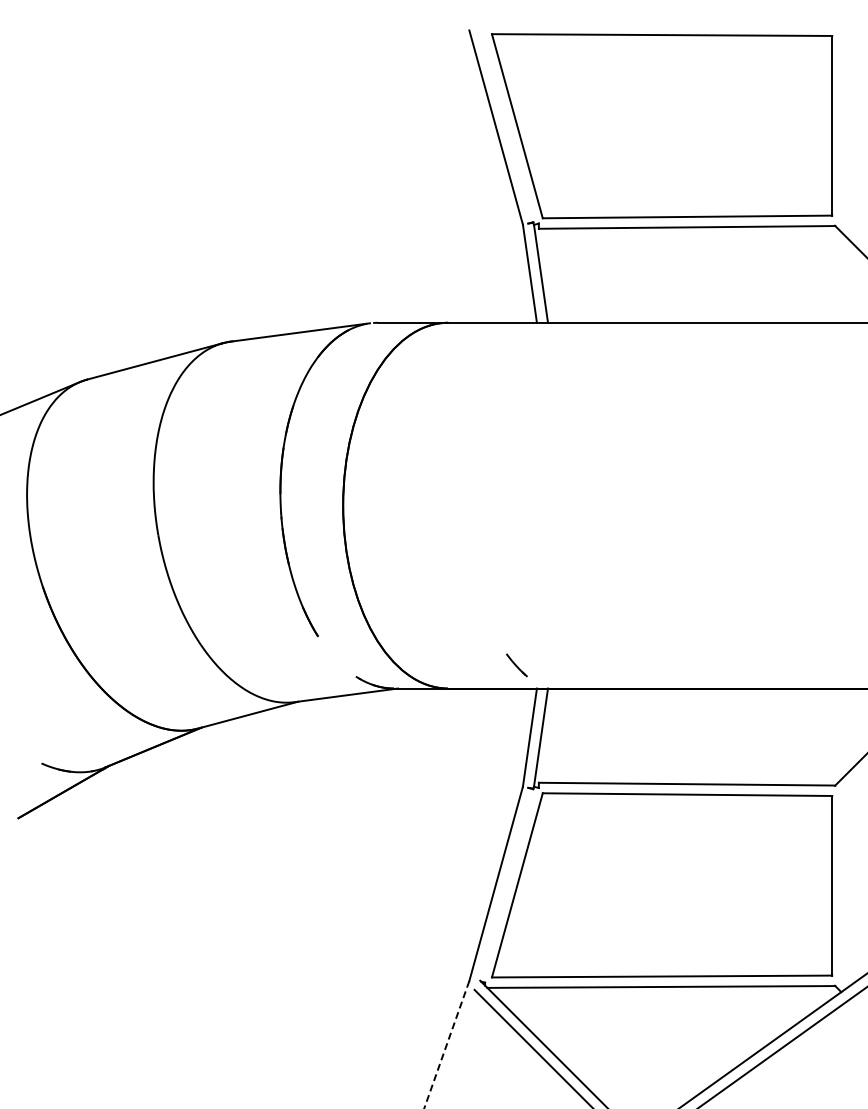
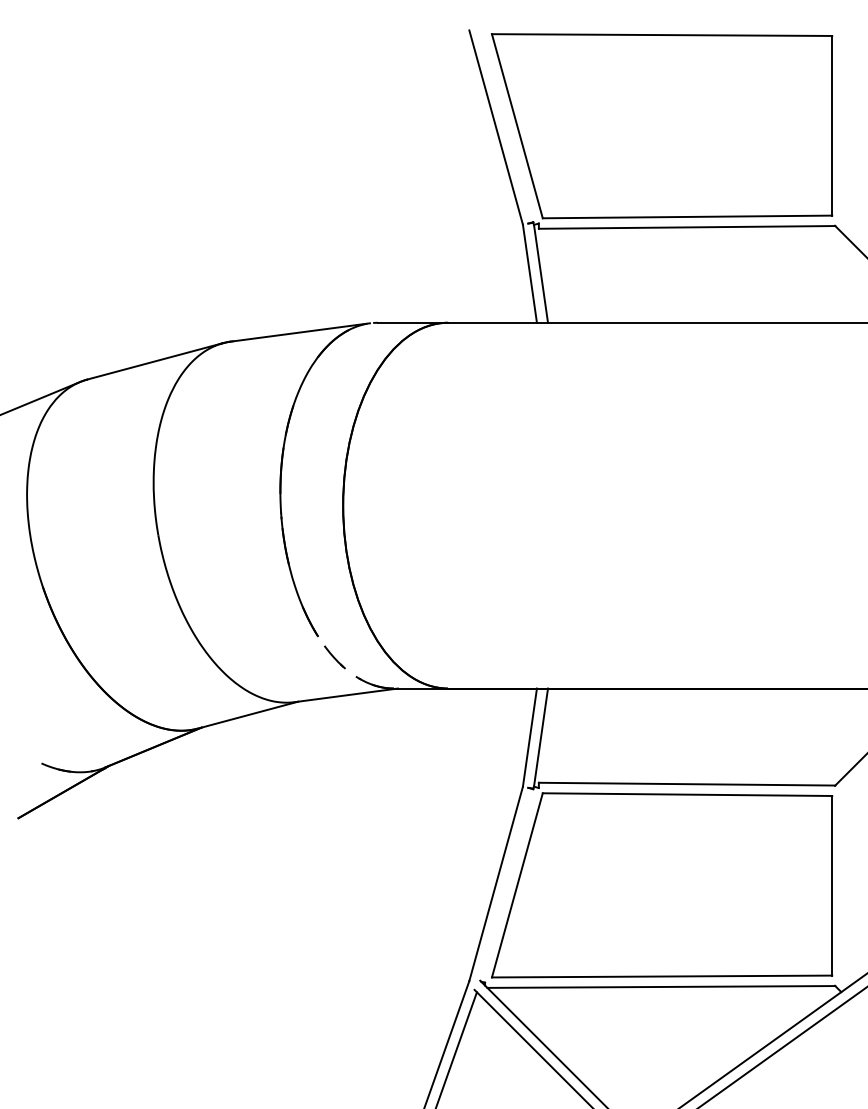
line at (516, 665) position: (516, 665) -> (334, 657)
line at (446, 1044): dashed -> solid
line at (456, 1048): none -> present
